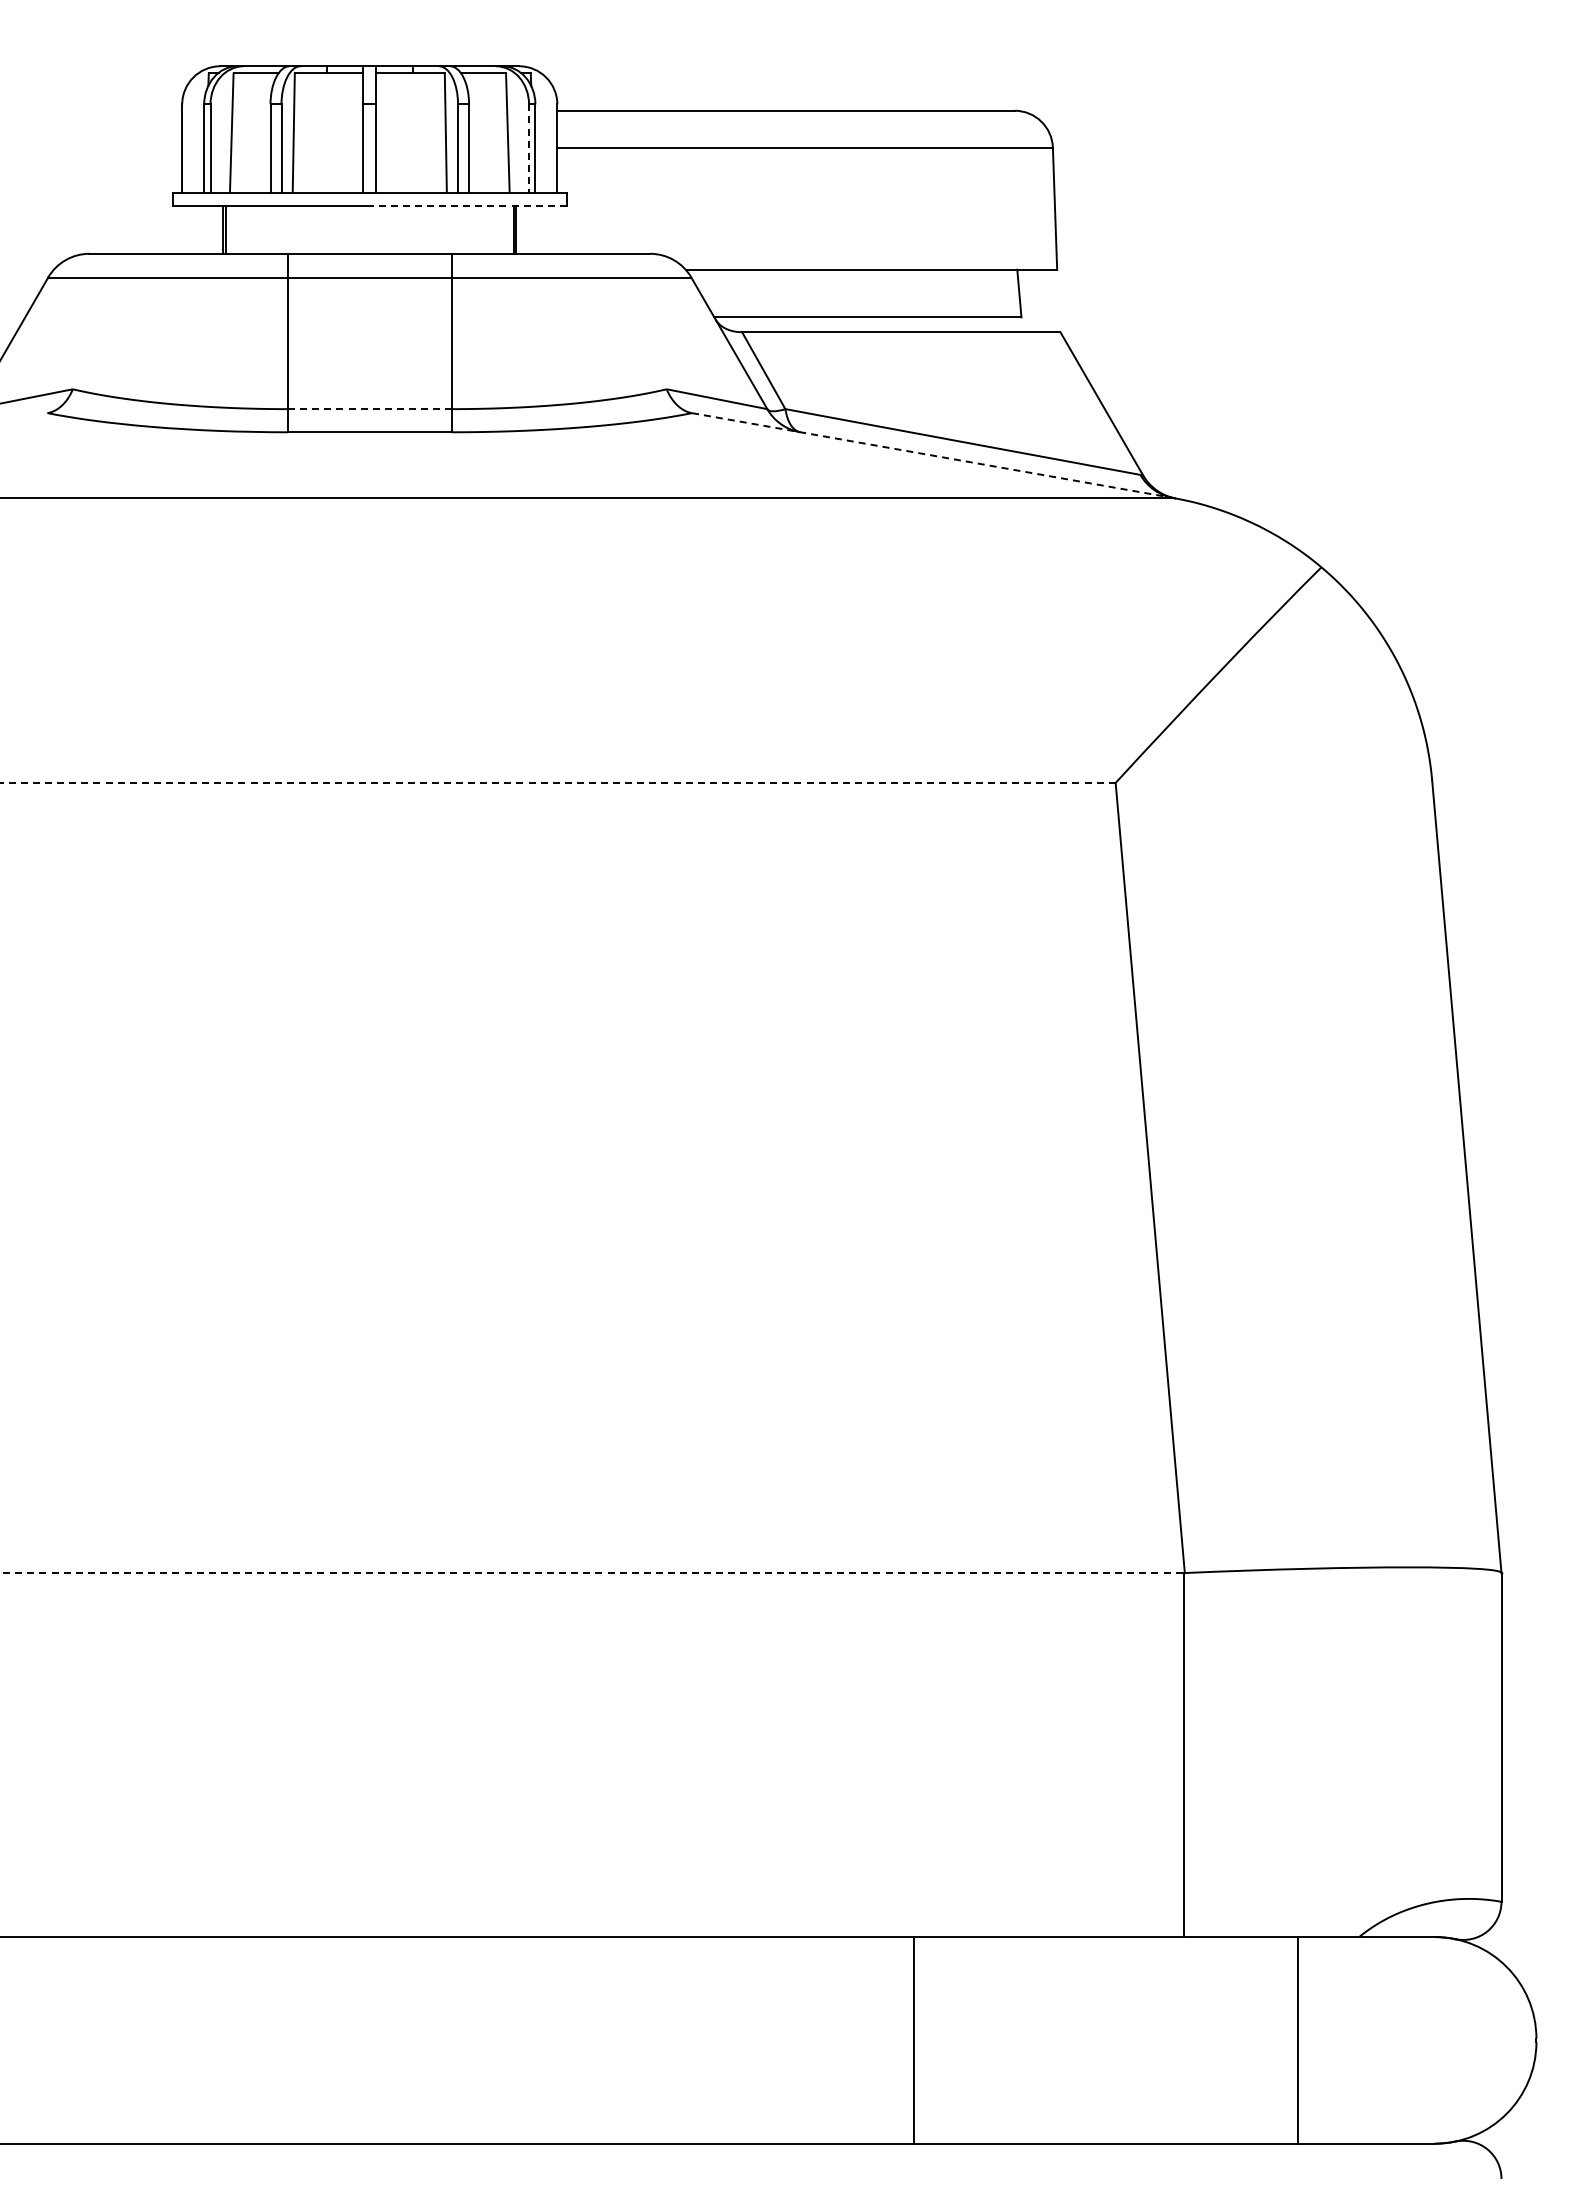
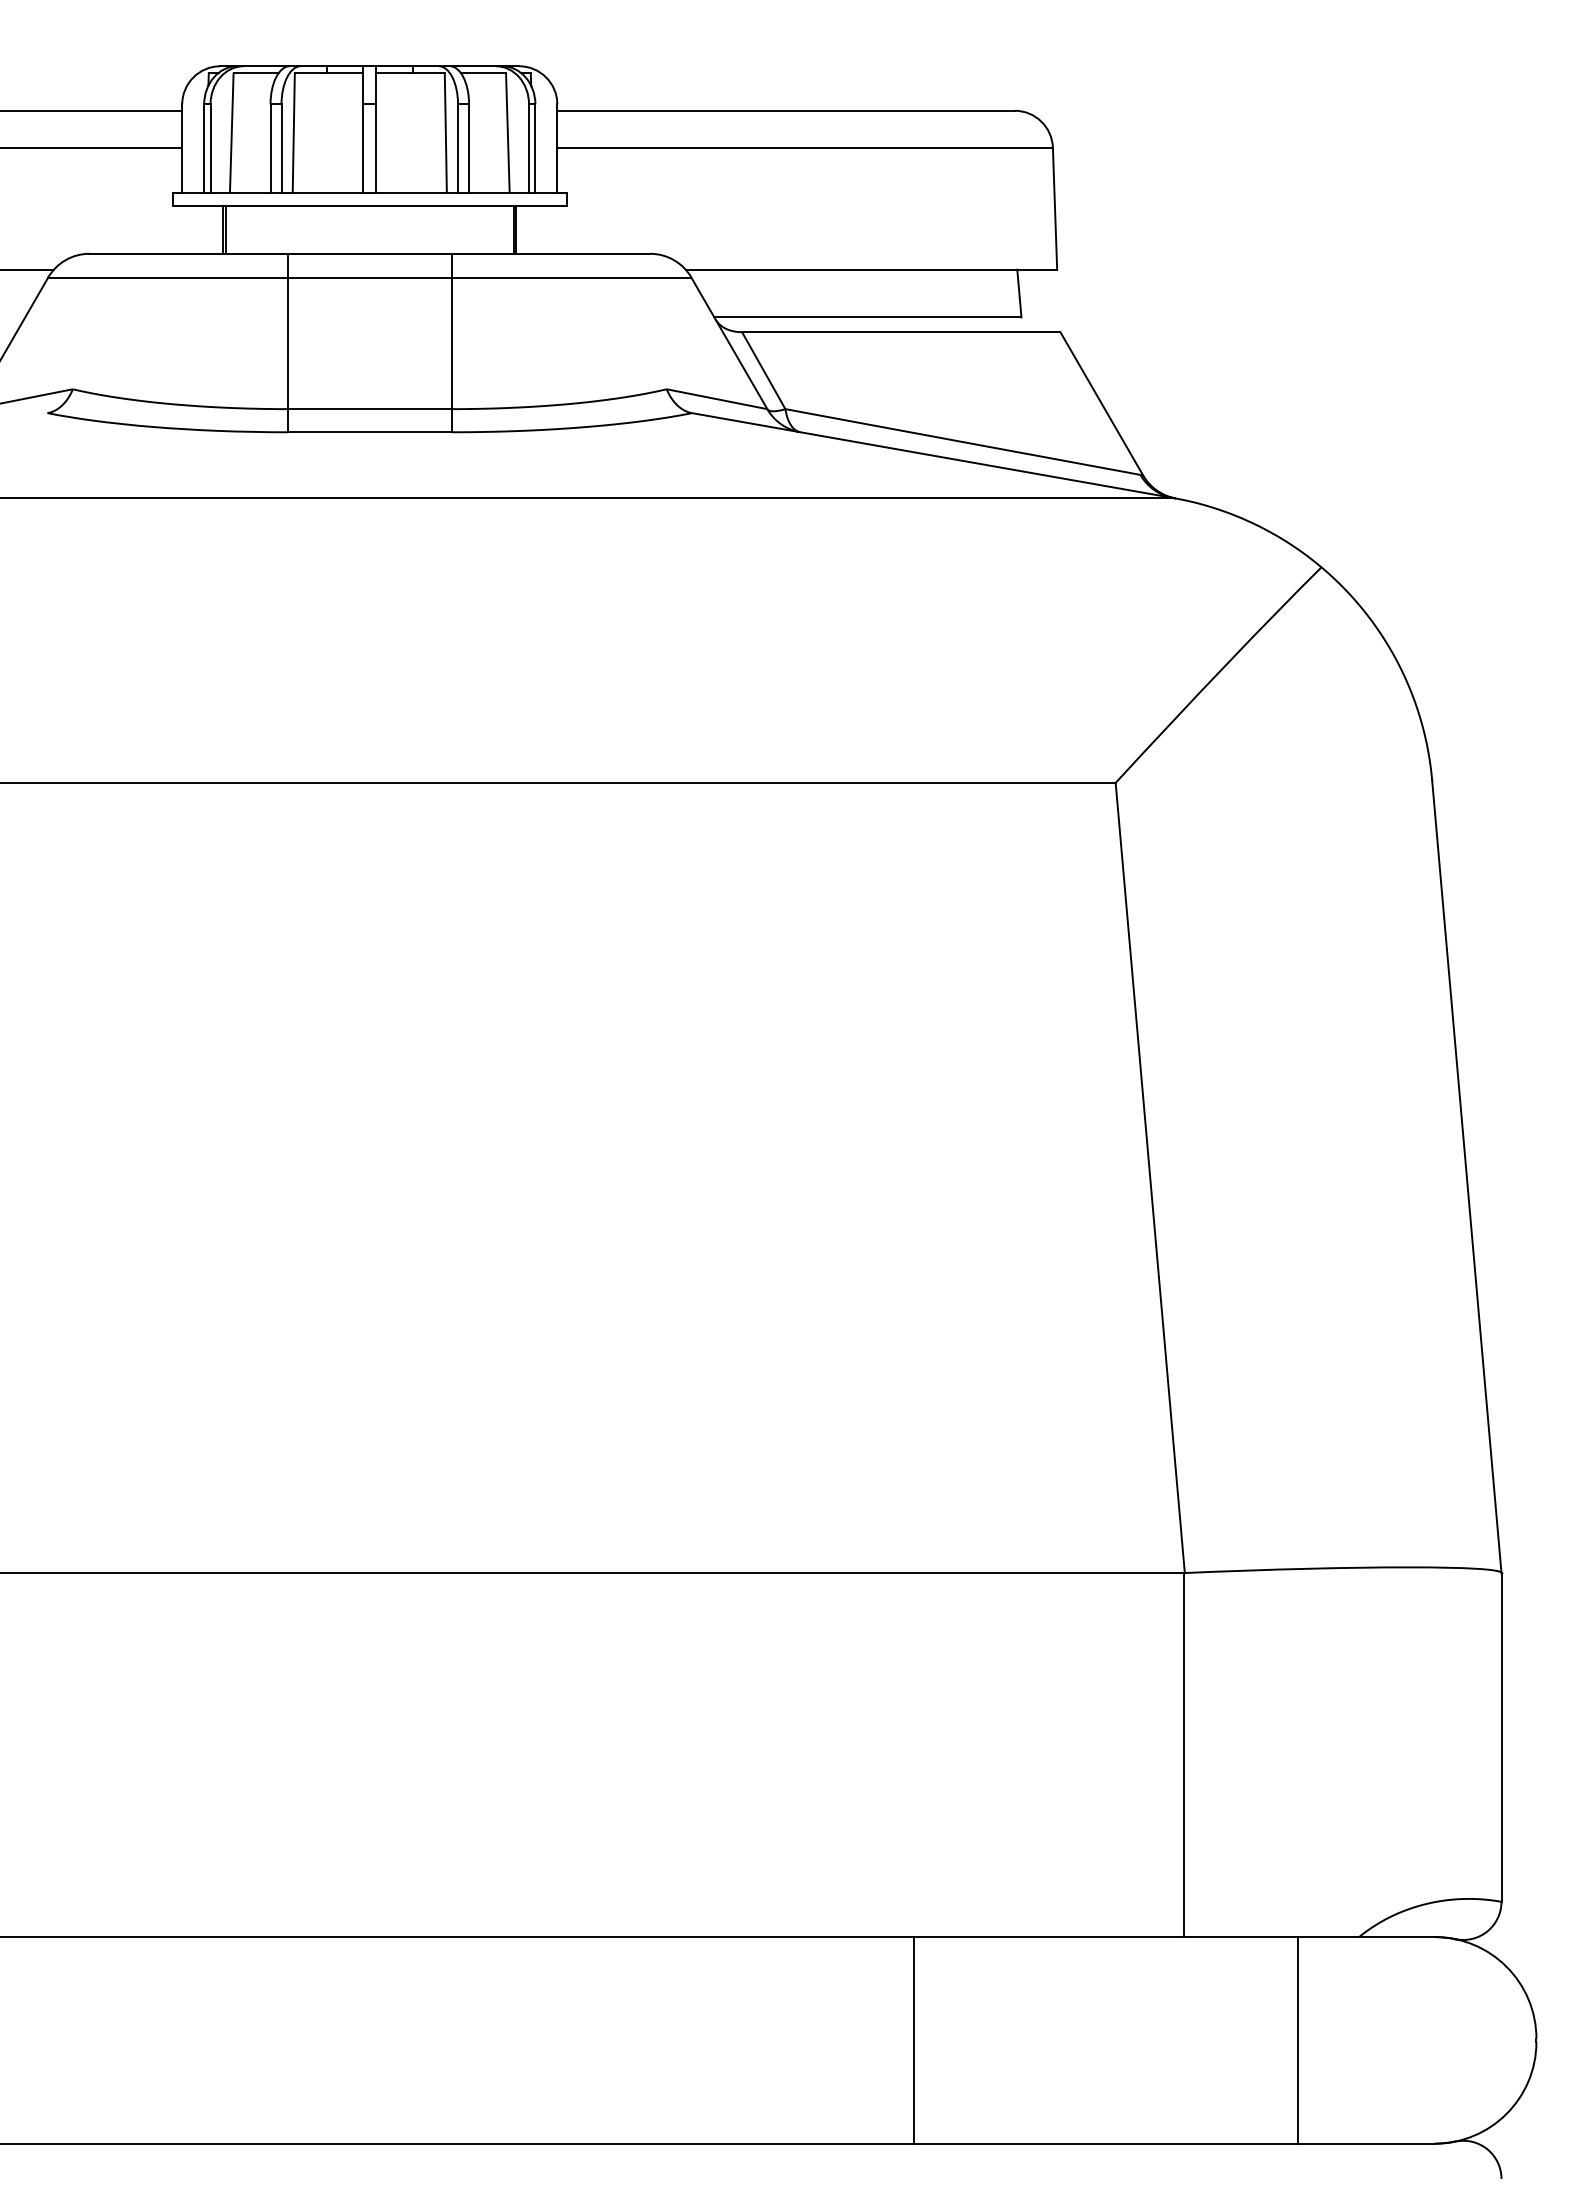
line at (92, 110): none -> present
line at (92, 147): none -> present
line at (529, 148): dashed -> solid
line at (468, 206): dashed -> solid
line at (27, 269): none -> present
line at (369, 409): dashed -> solid
line at (931, 455): dashed -> solid
line at (557, 782): dashed -> solid
line at (592, 1573): dashed -> solid
